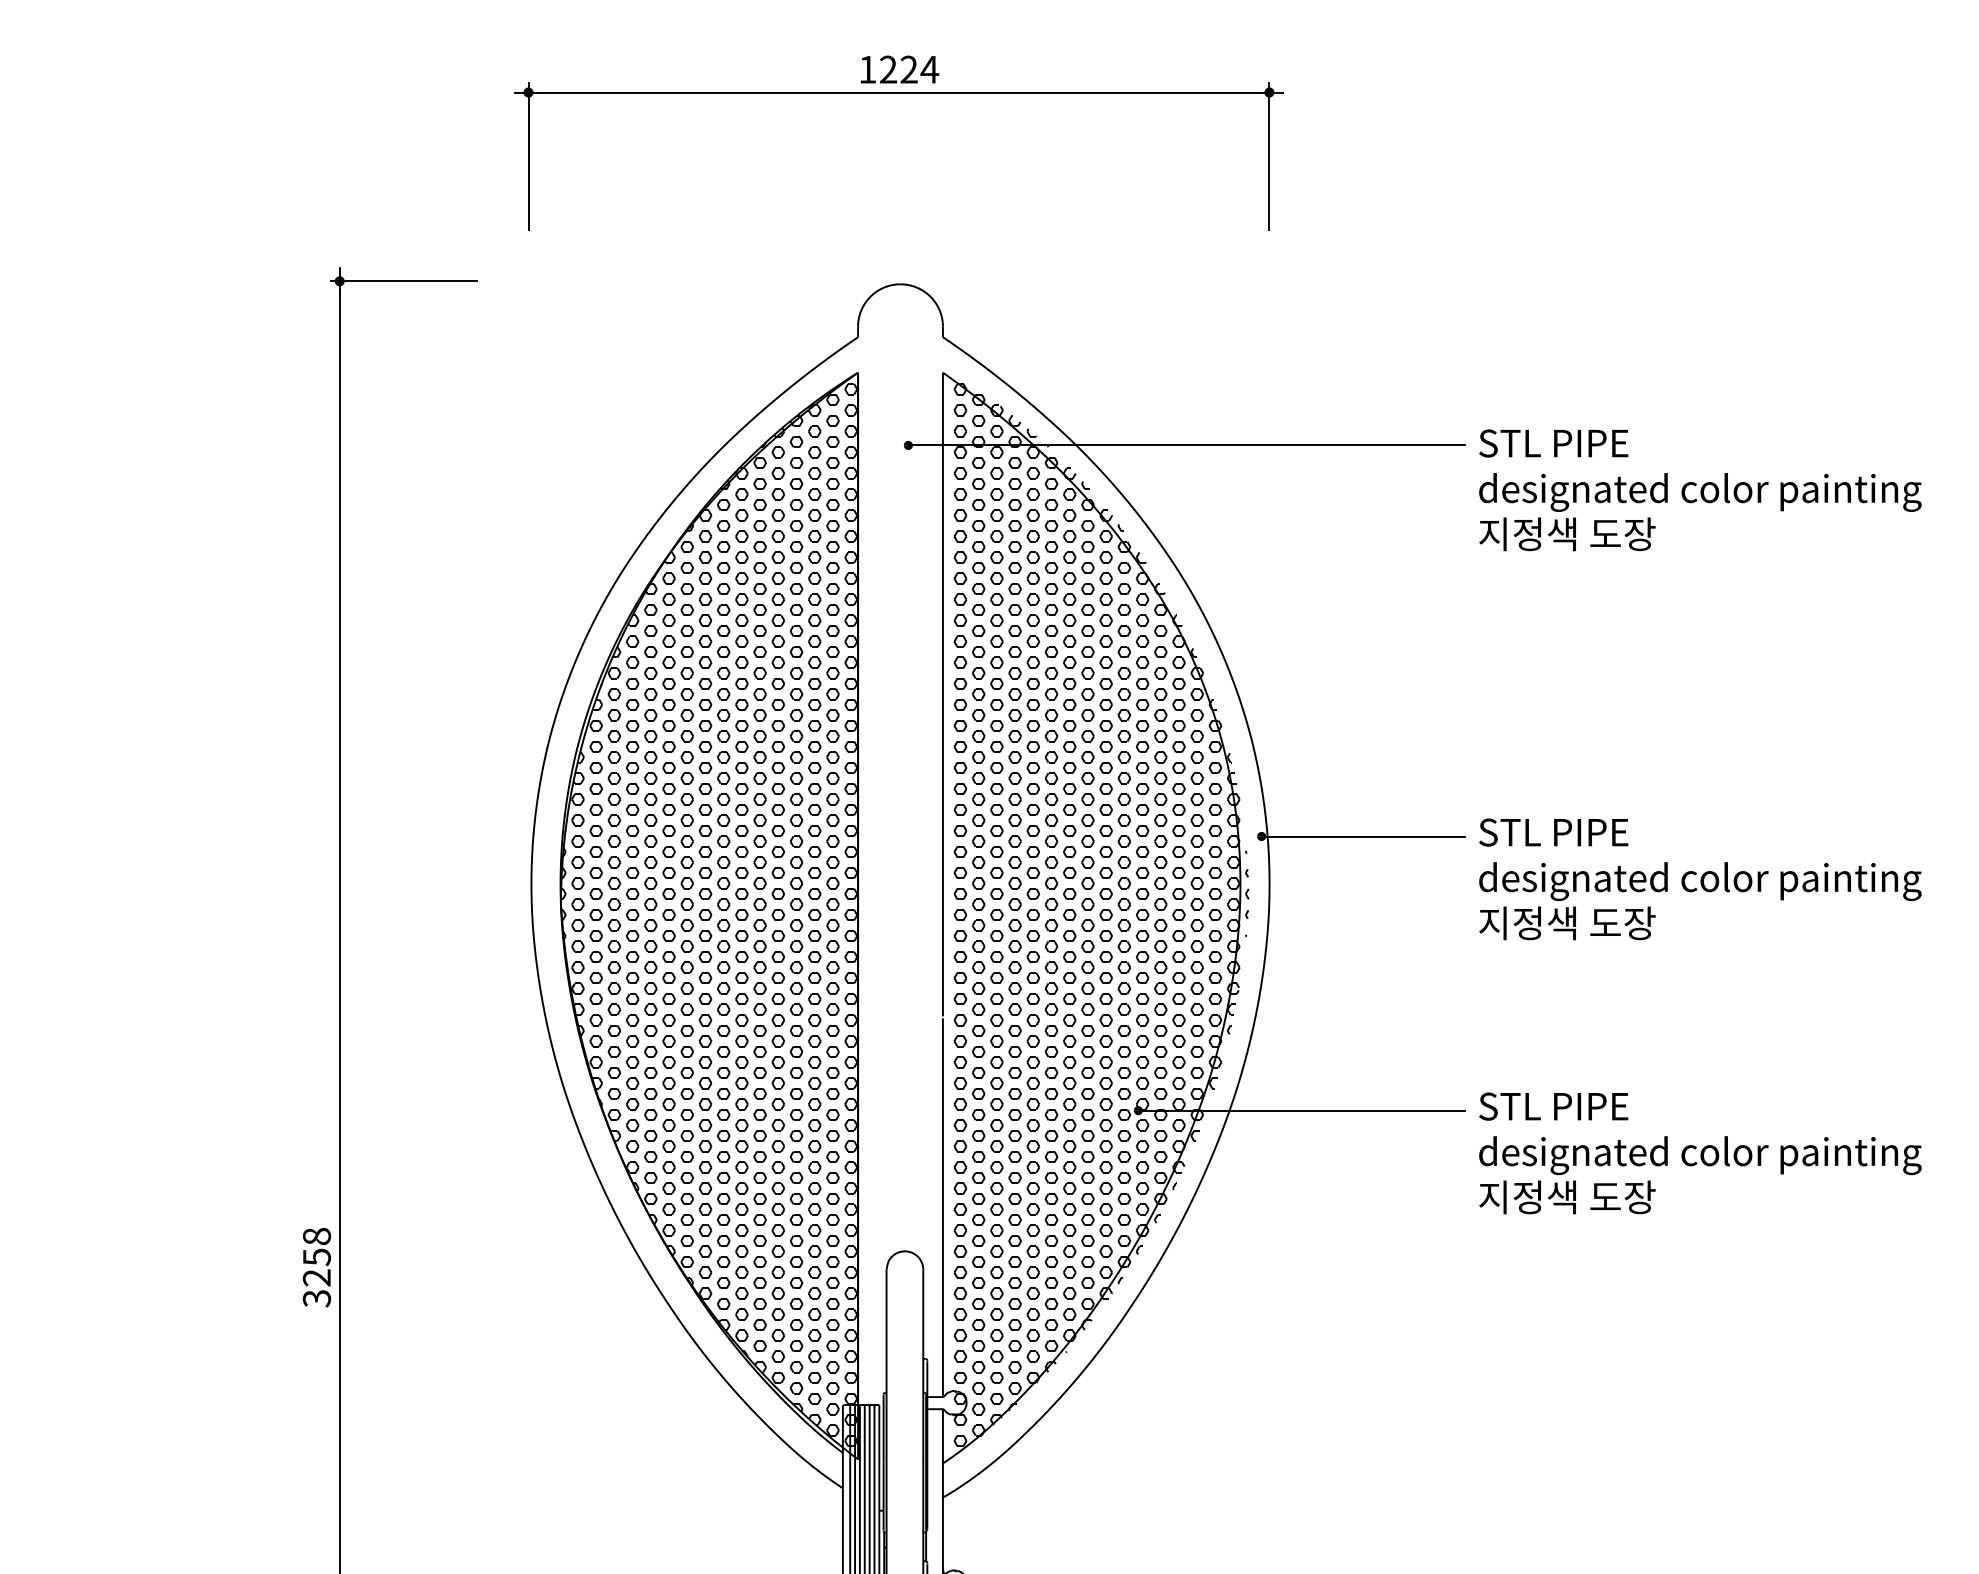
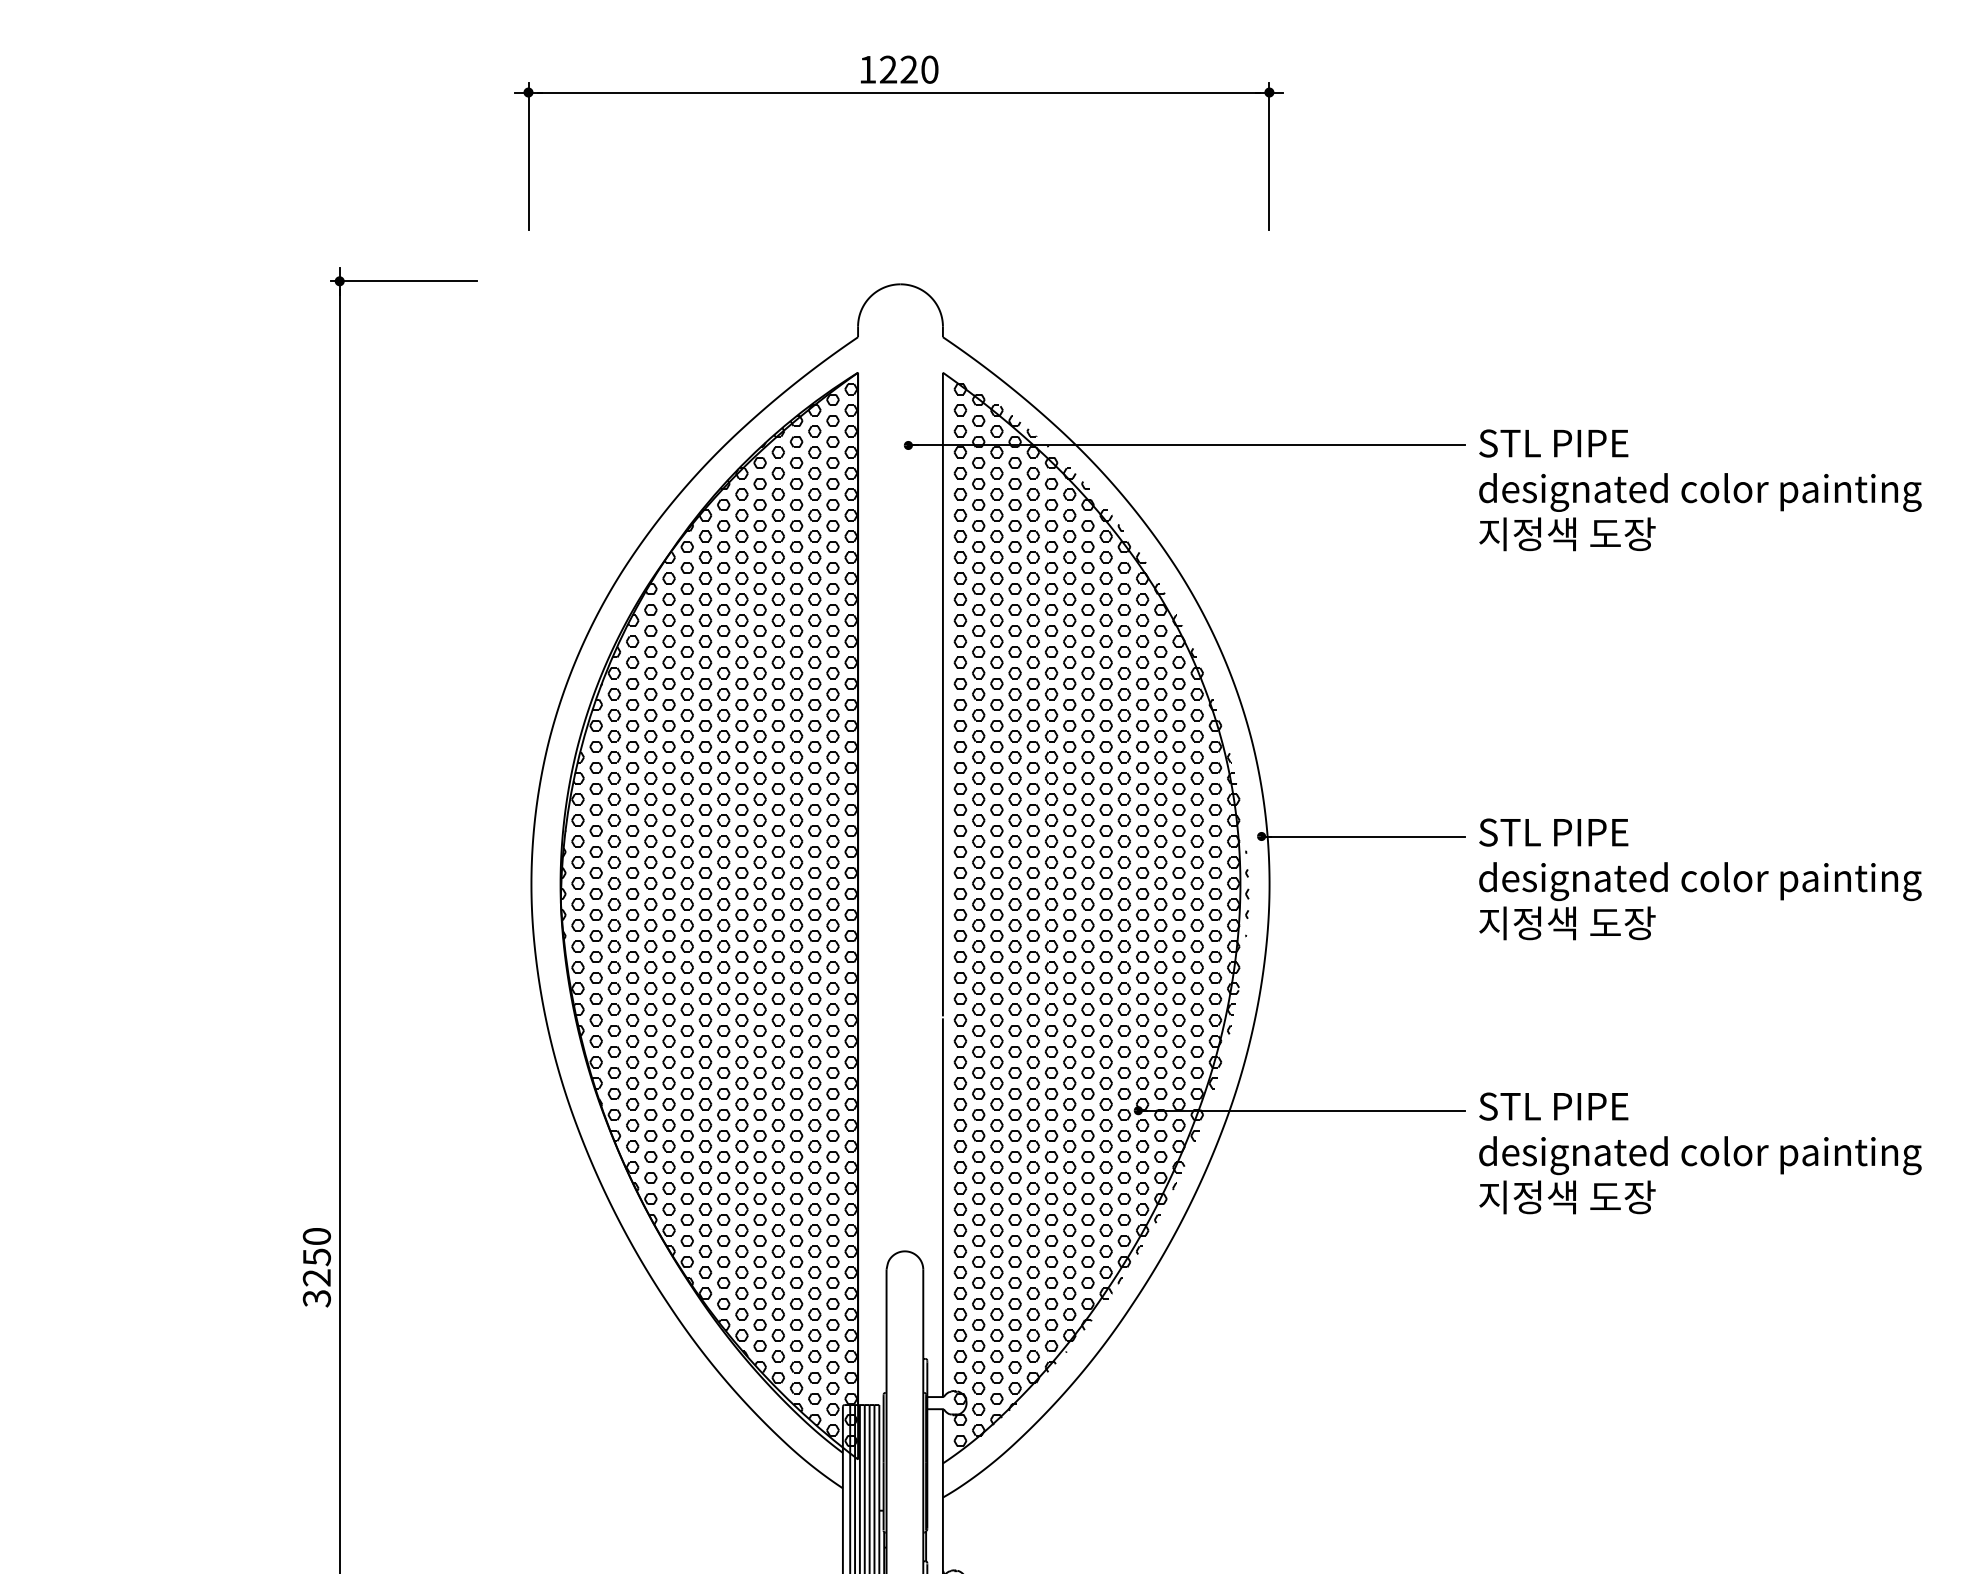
text at (929, 69): 1224 -> 1220
text at (316, 1235): 3258 -> 3250
